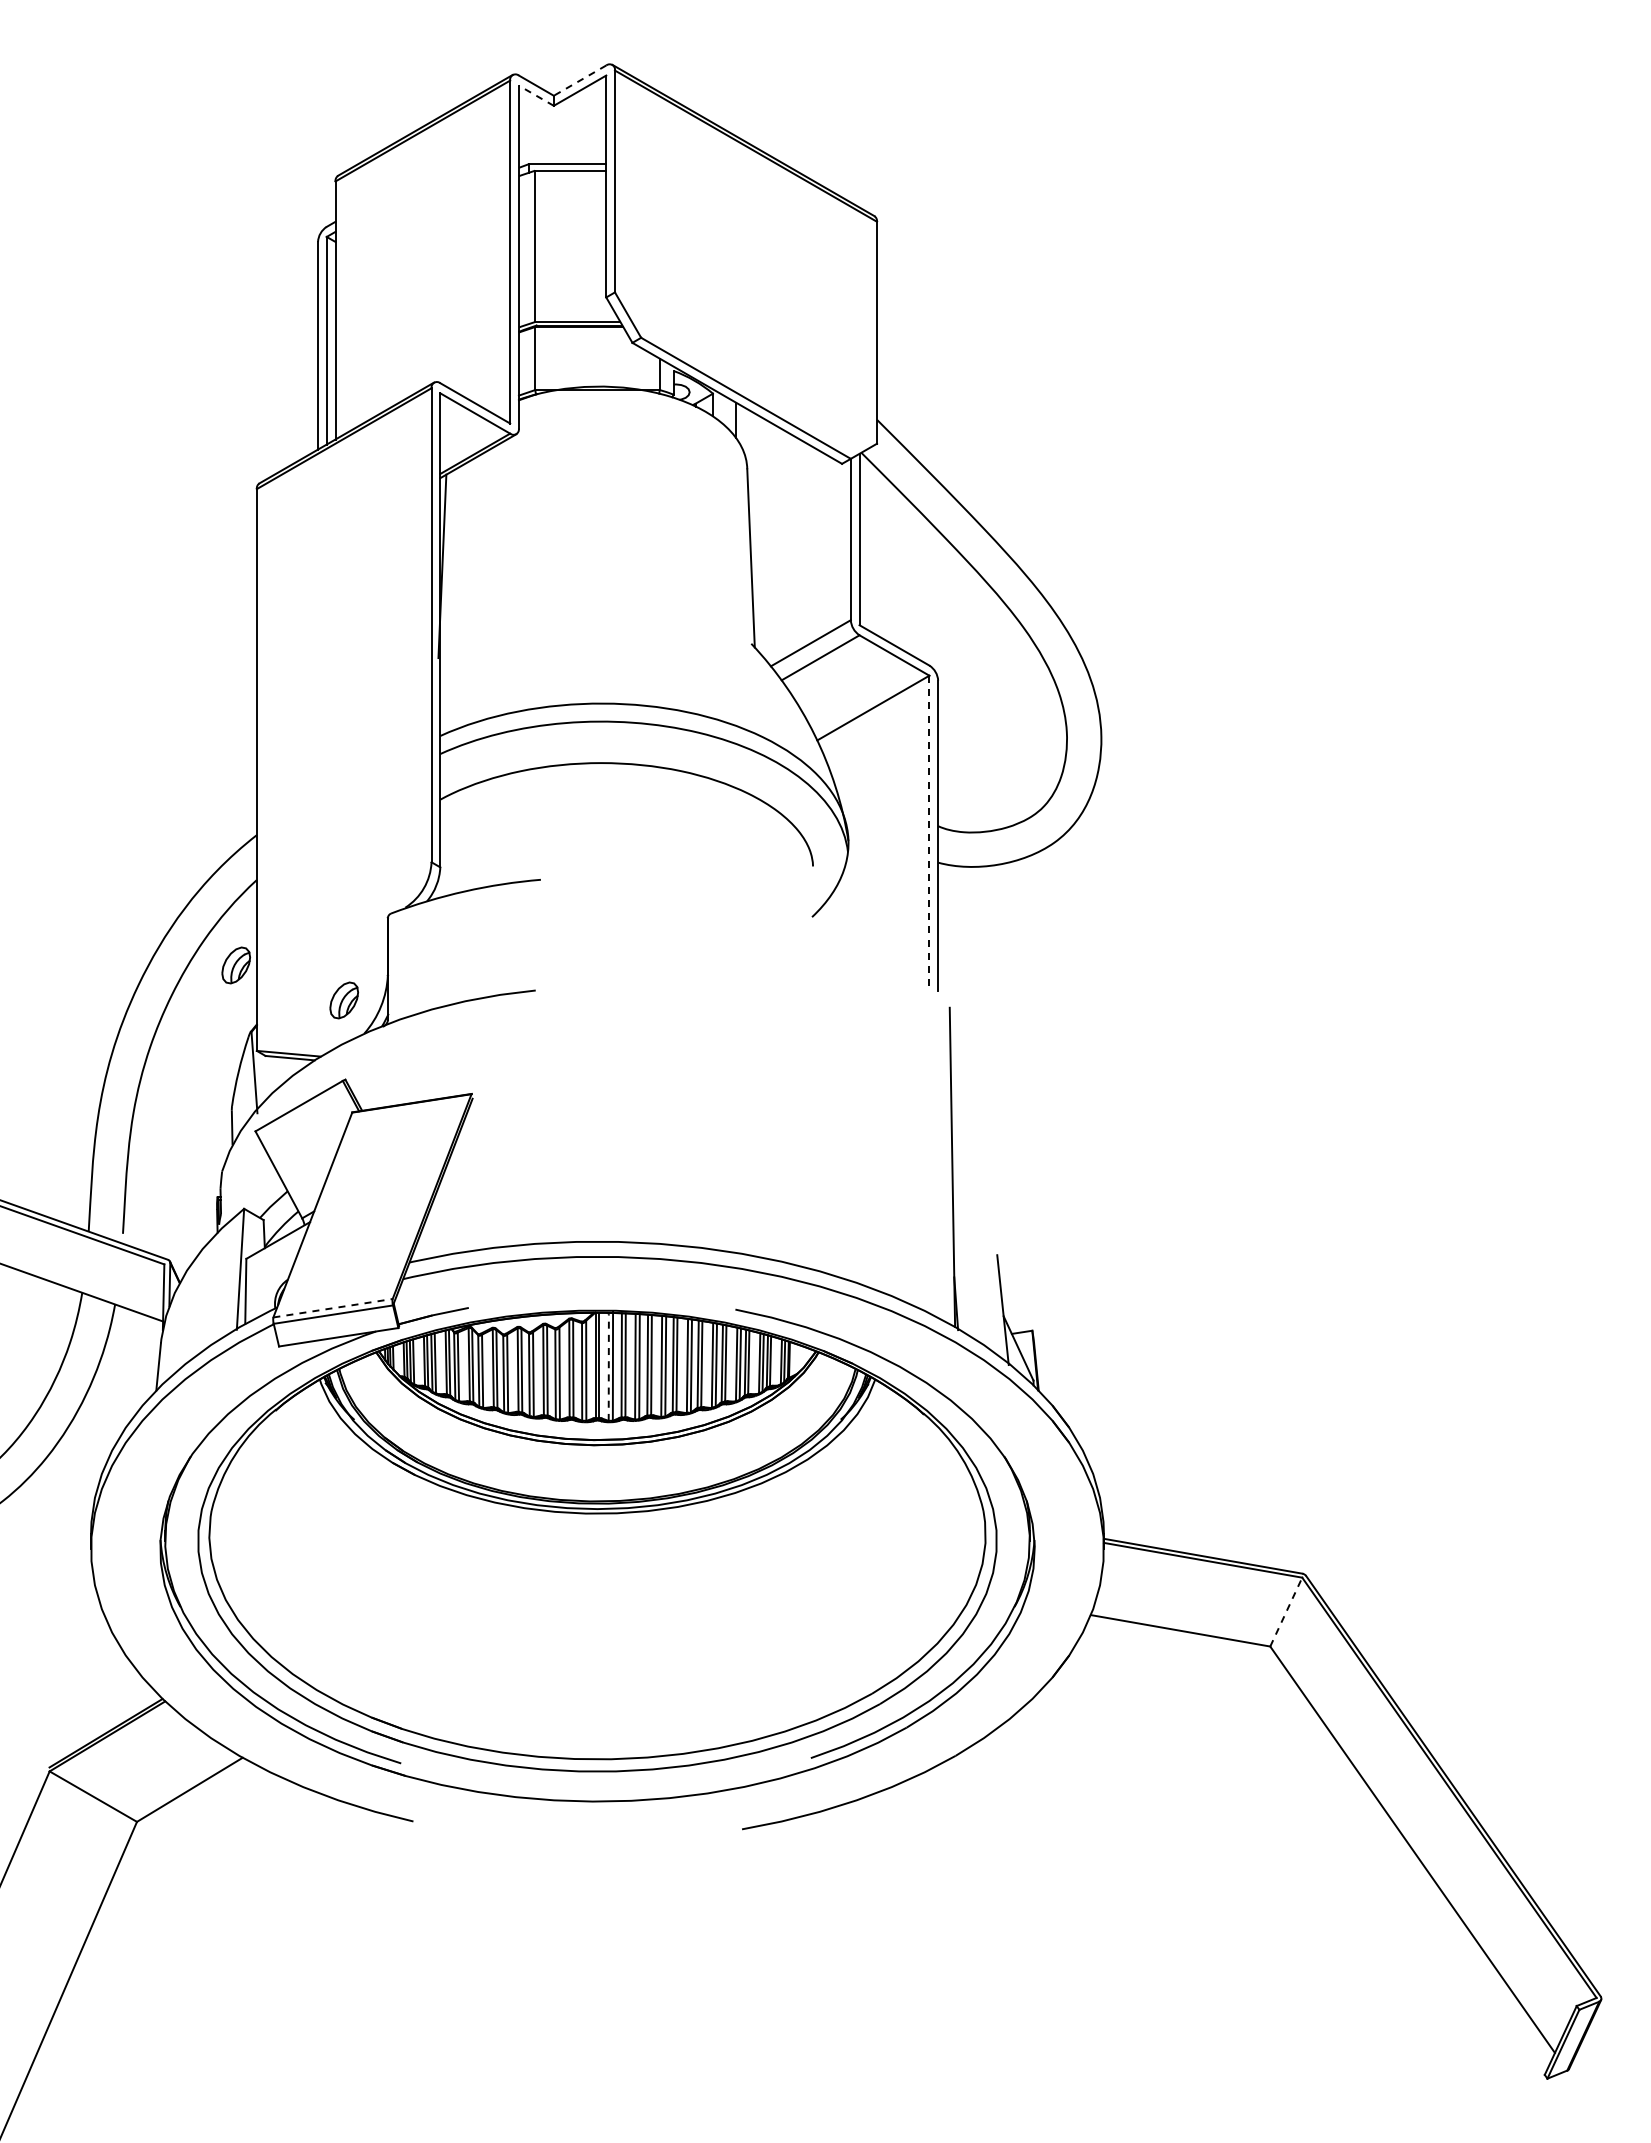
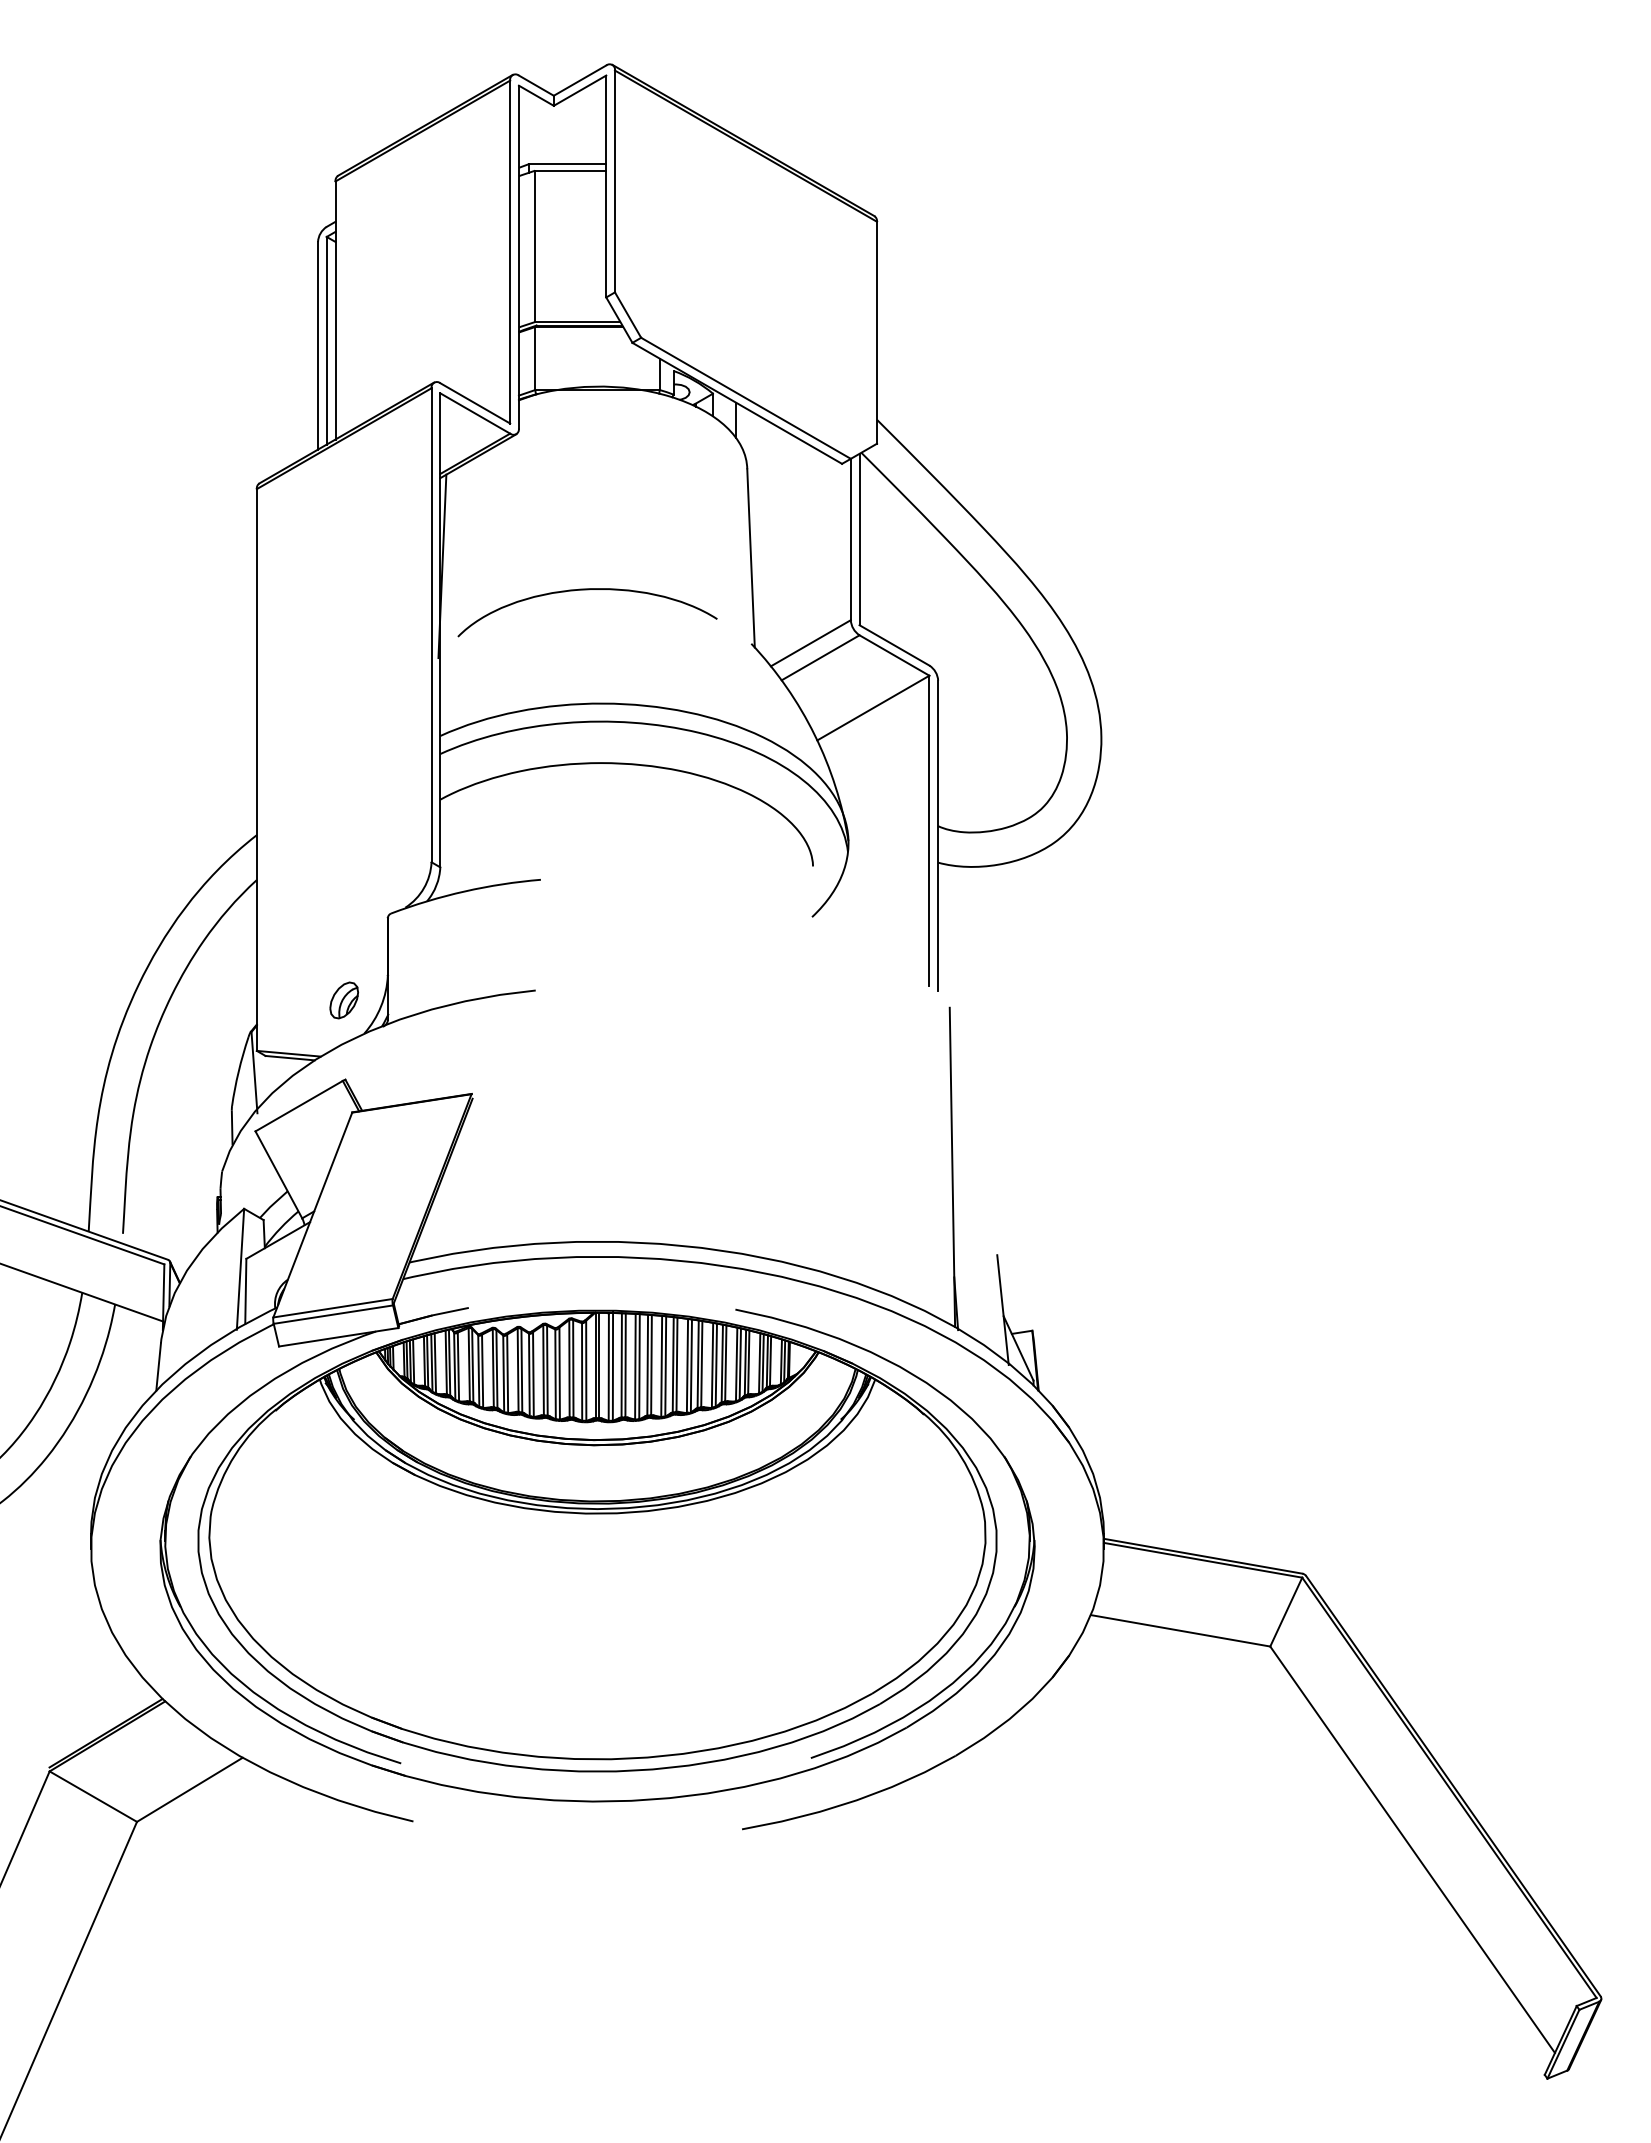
line at (579, 80): dashed -> solid
line at (535, 95): dashed -> solid
curve at (587, 590): none -> present
line at (929, 830): dashed -> solid
part at (235, 965): present -> none
line at (333, 1308): dashed -> solid
line at (608, 1367): dashed -> solid
line at (1286, 1612): dashed -> solid
